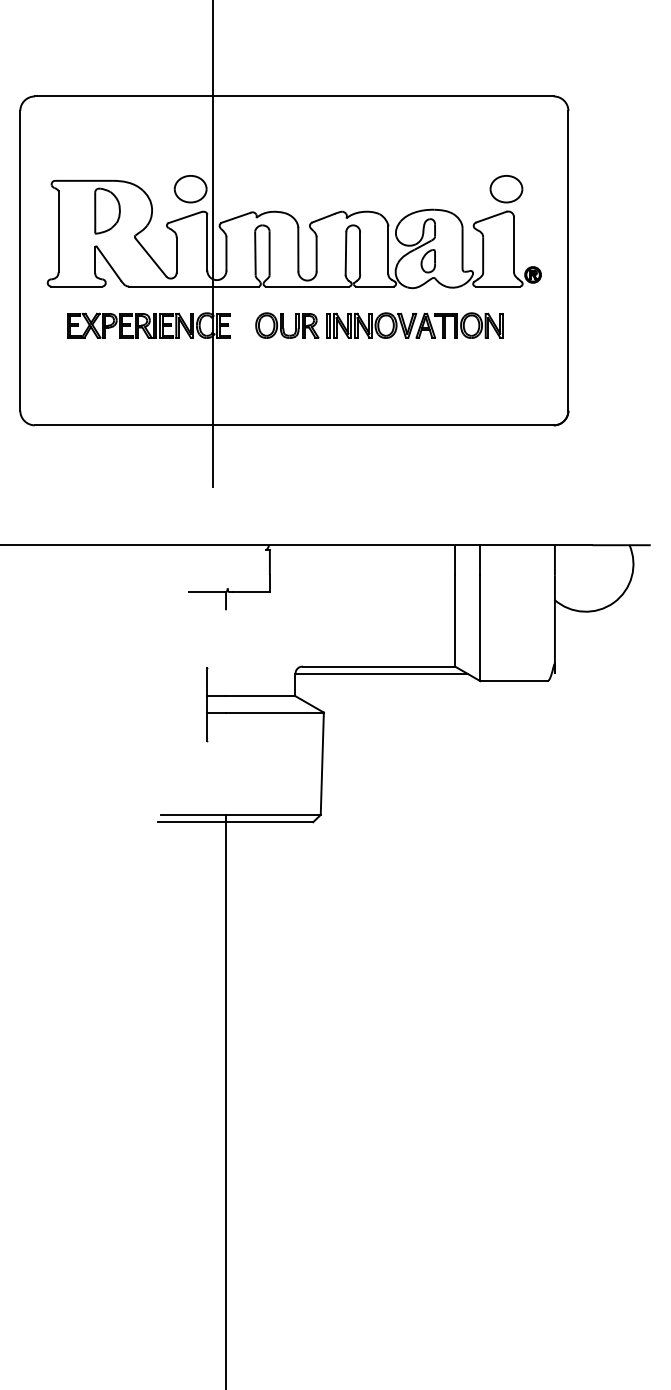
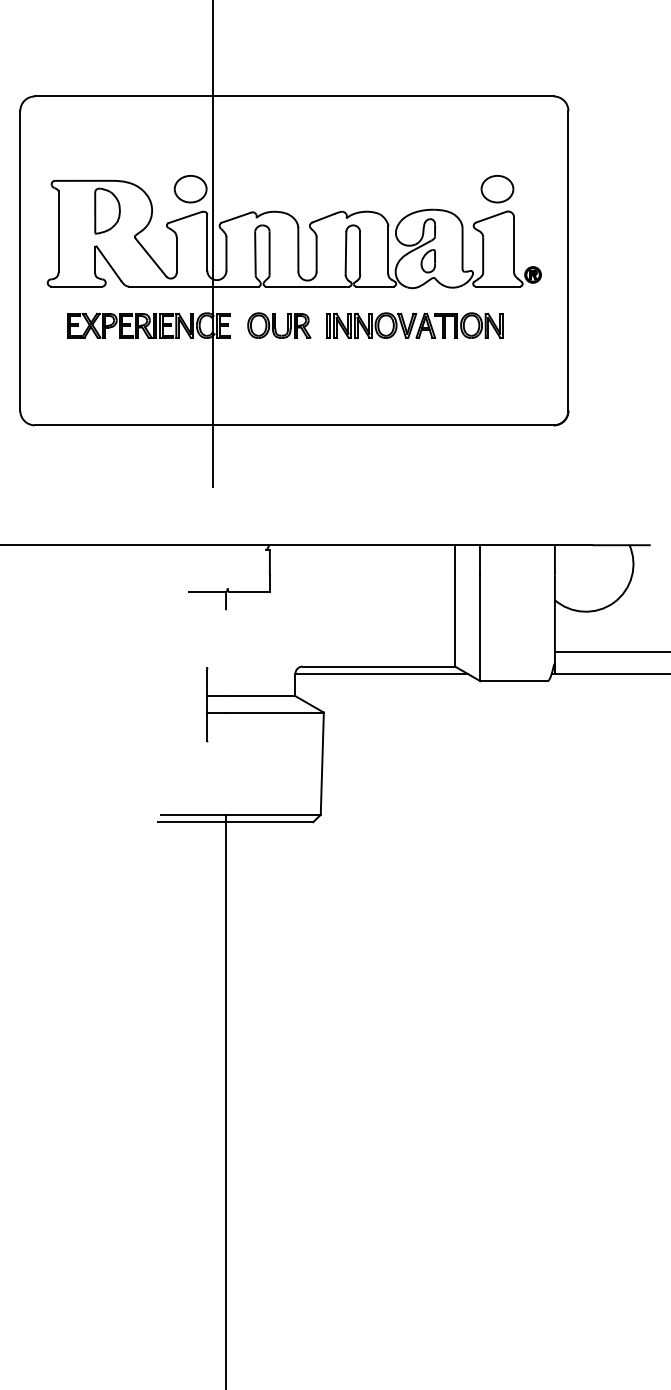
part at (506, 189) position: (506, 189) -> (497, 189)
part at (287, 325) position: (287, 325) -> (279, 325)
line at (610, 651): none -> present
line at (609, 673): none -> present
